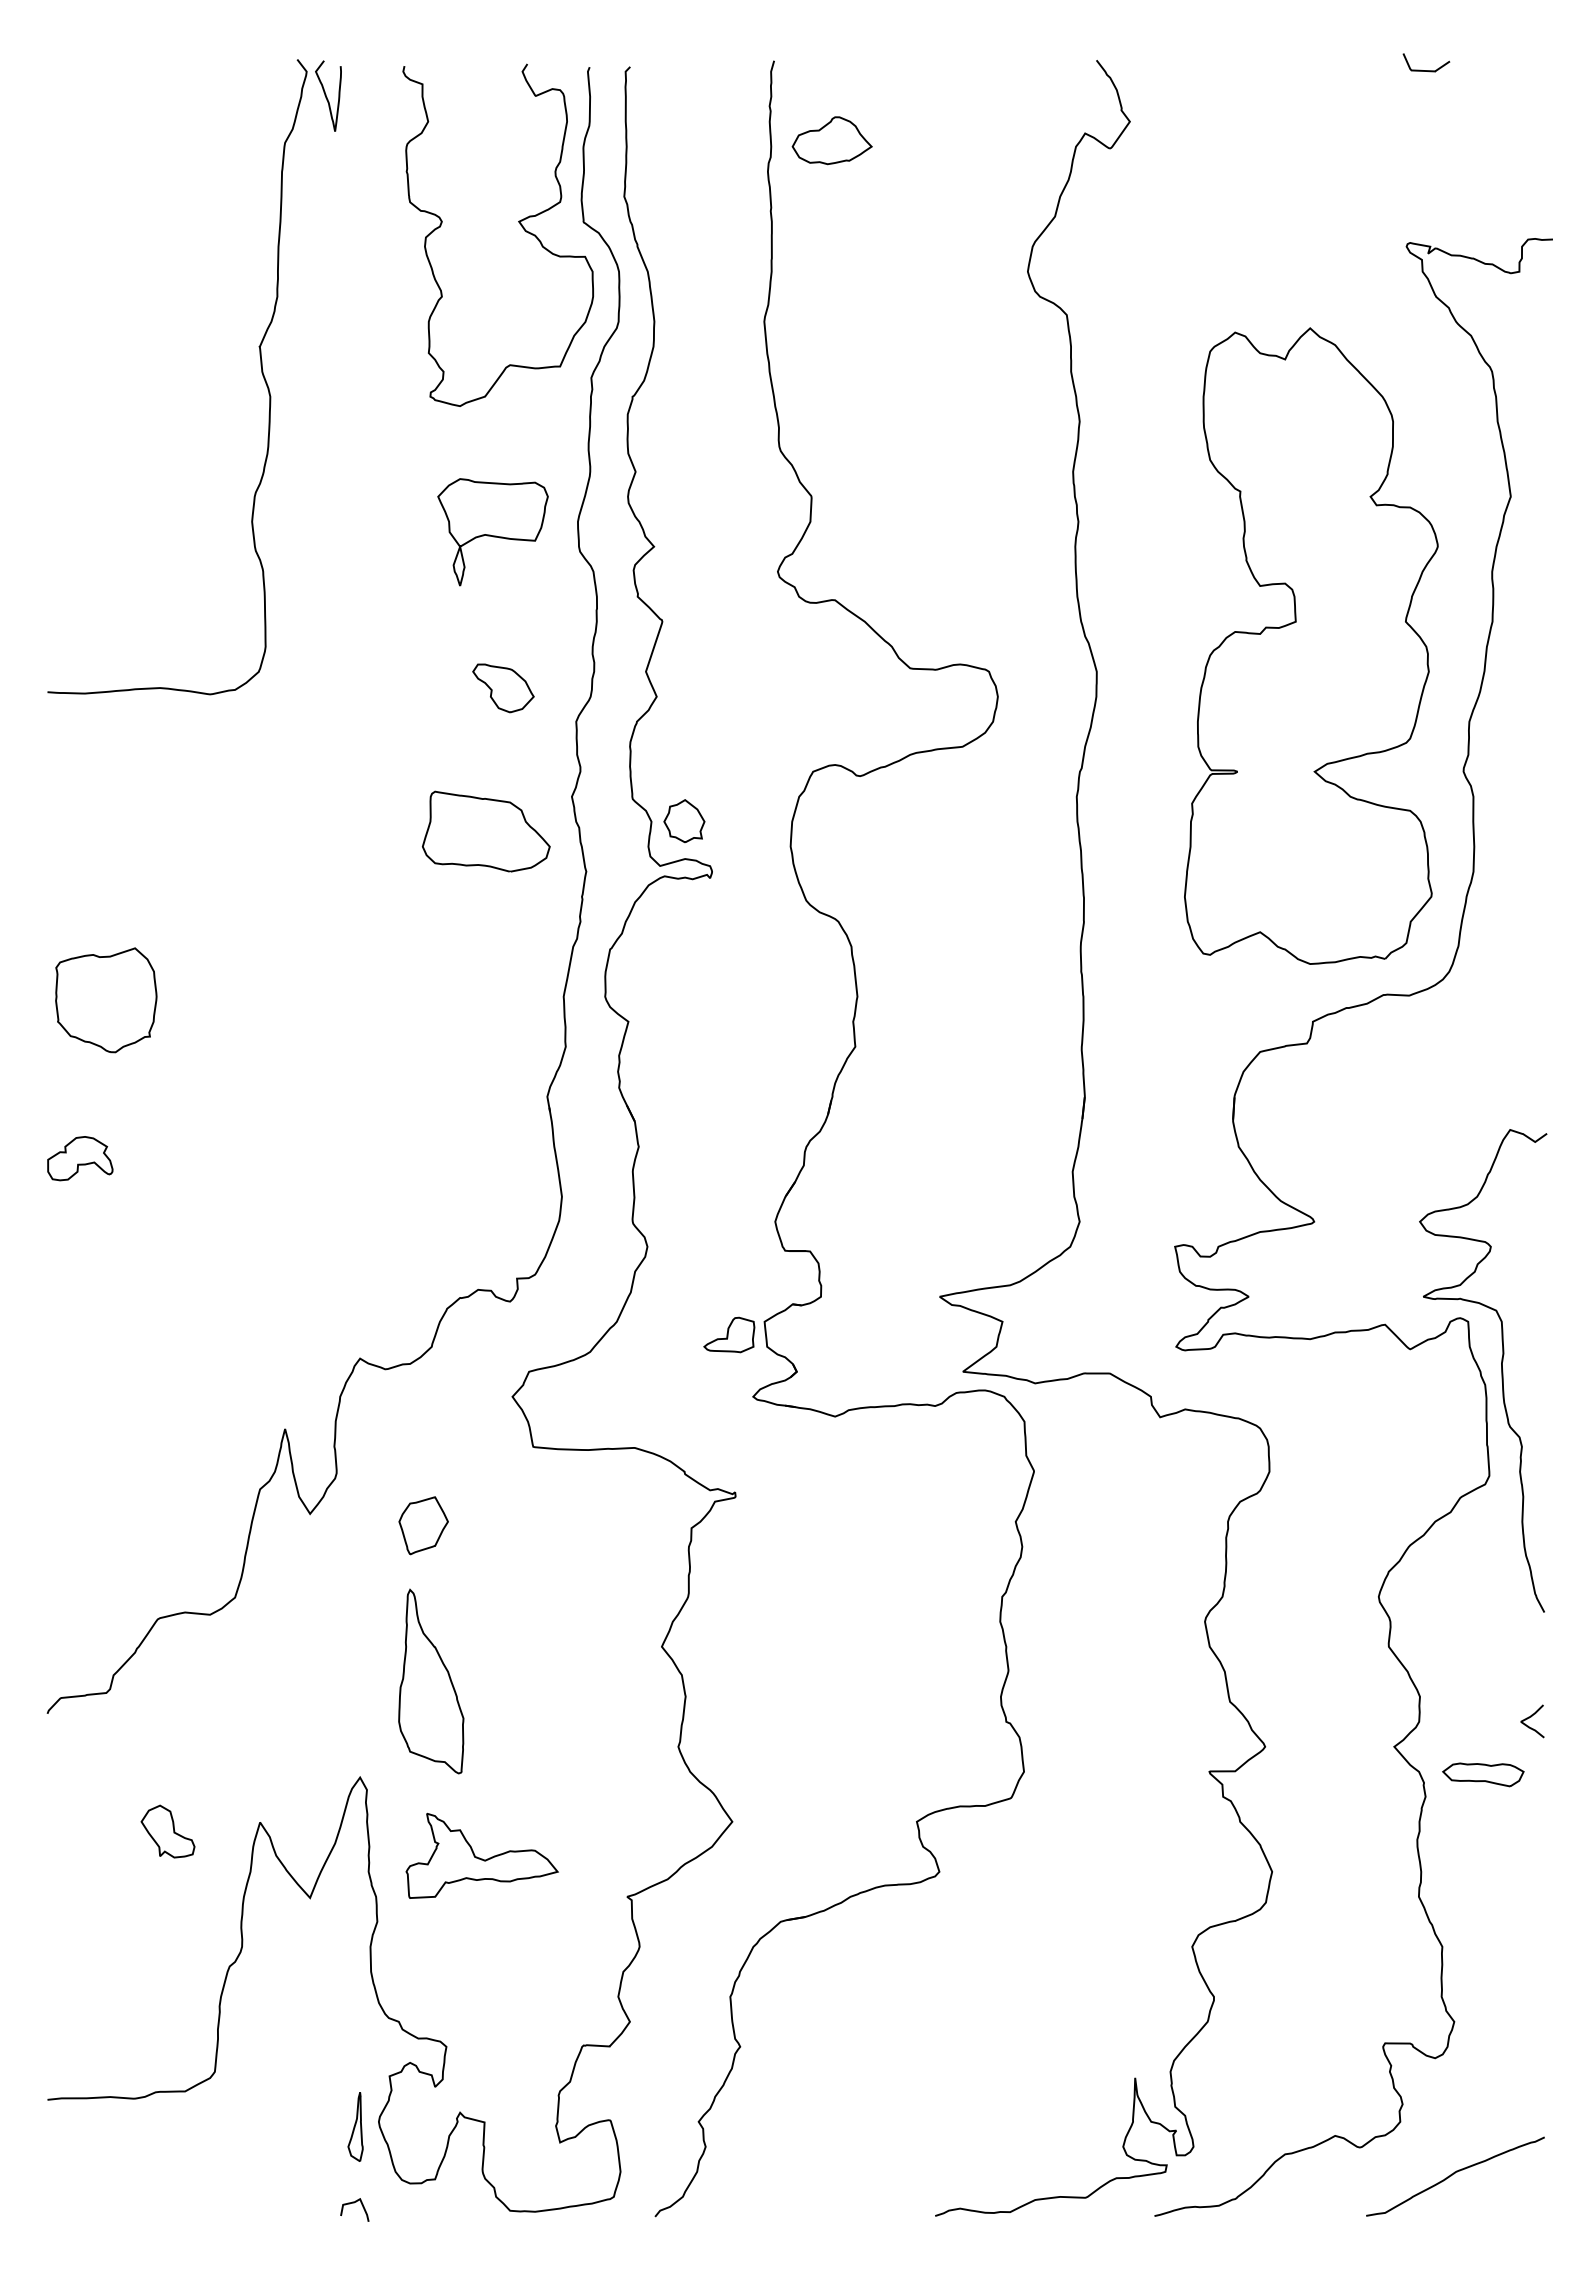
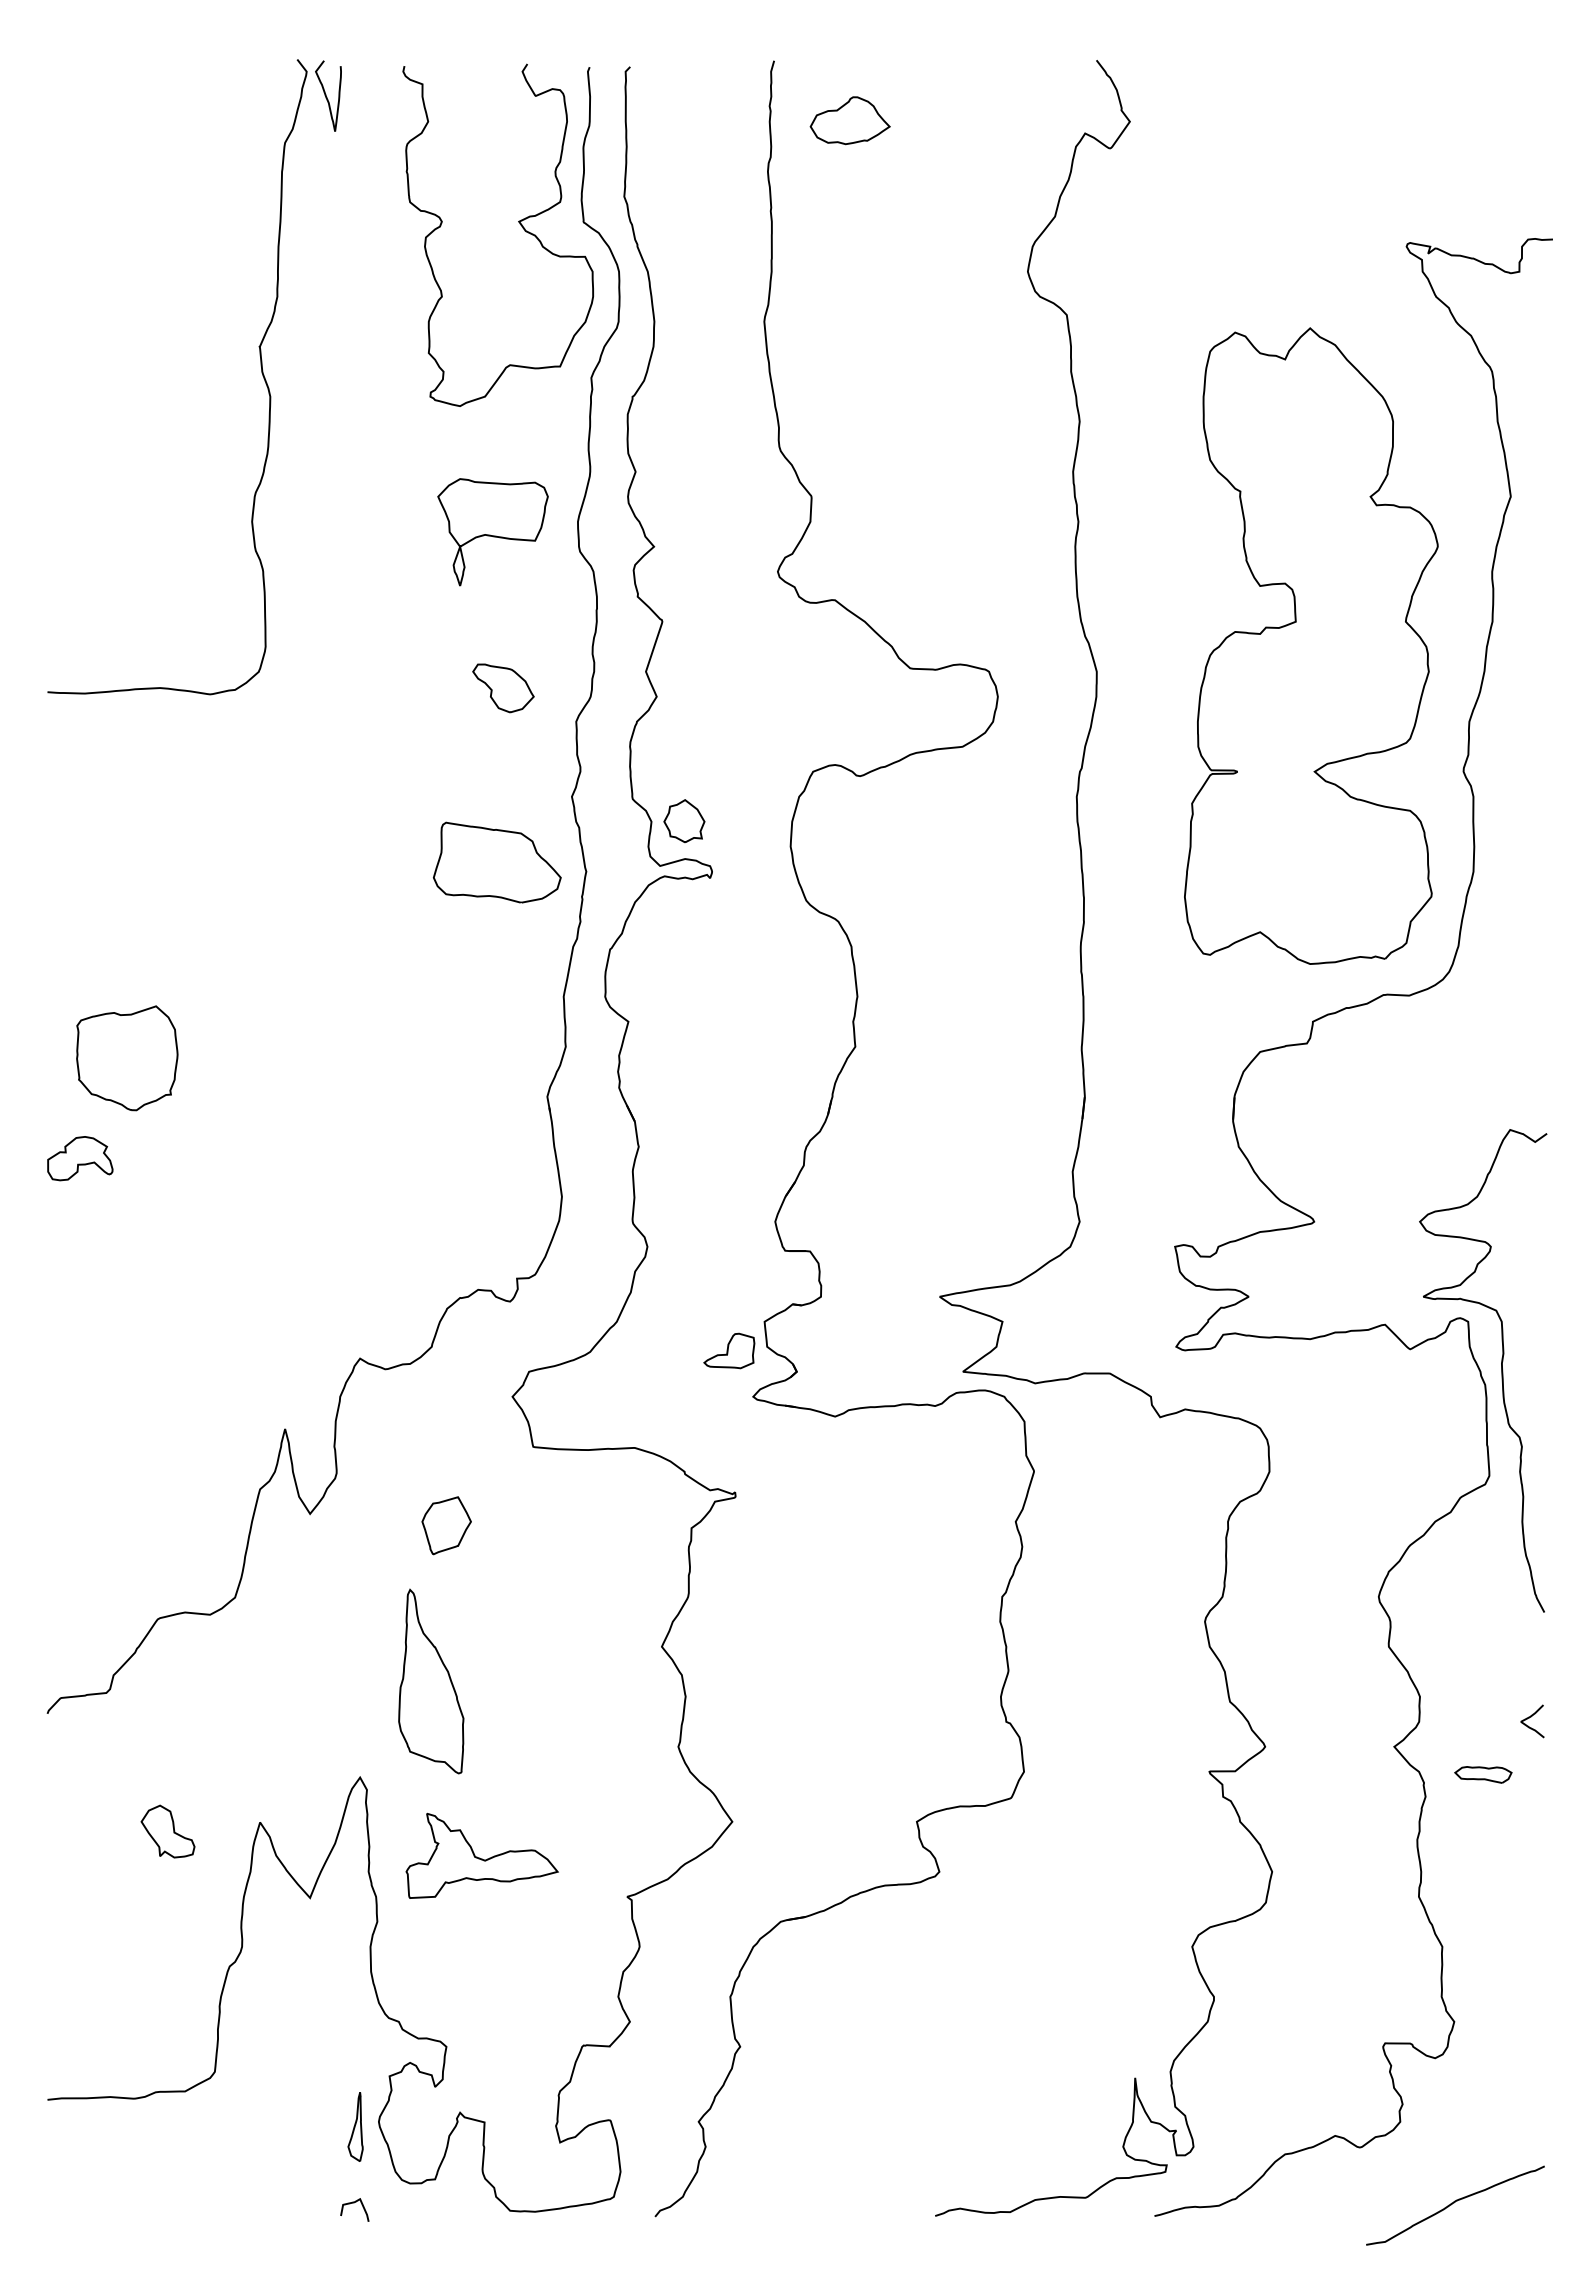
curve at (1426, 70): present -> none
part at (831, 140) position: (831, 140) -> (849, 120)
part at (485, 831) position: (485, 831) -> (496, 862)
part at (106, 1000) position: (106, 1000) -> (127, 1058)
part at (729, 1334) position: (729, 1334) -> (729, 1350)
part at (423, 1525) position: (423, 1525) -> (446, 1525)
part at (1483, 1774) size: 83x26 px -> 59x18 px
curve at (1454, 2174) position: (1454, 2174) -> (1454, 2203)
